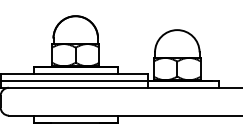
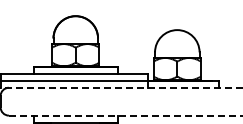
line at (121, 87): solid -> dashed
line at (125, 115): solid -> dashed
